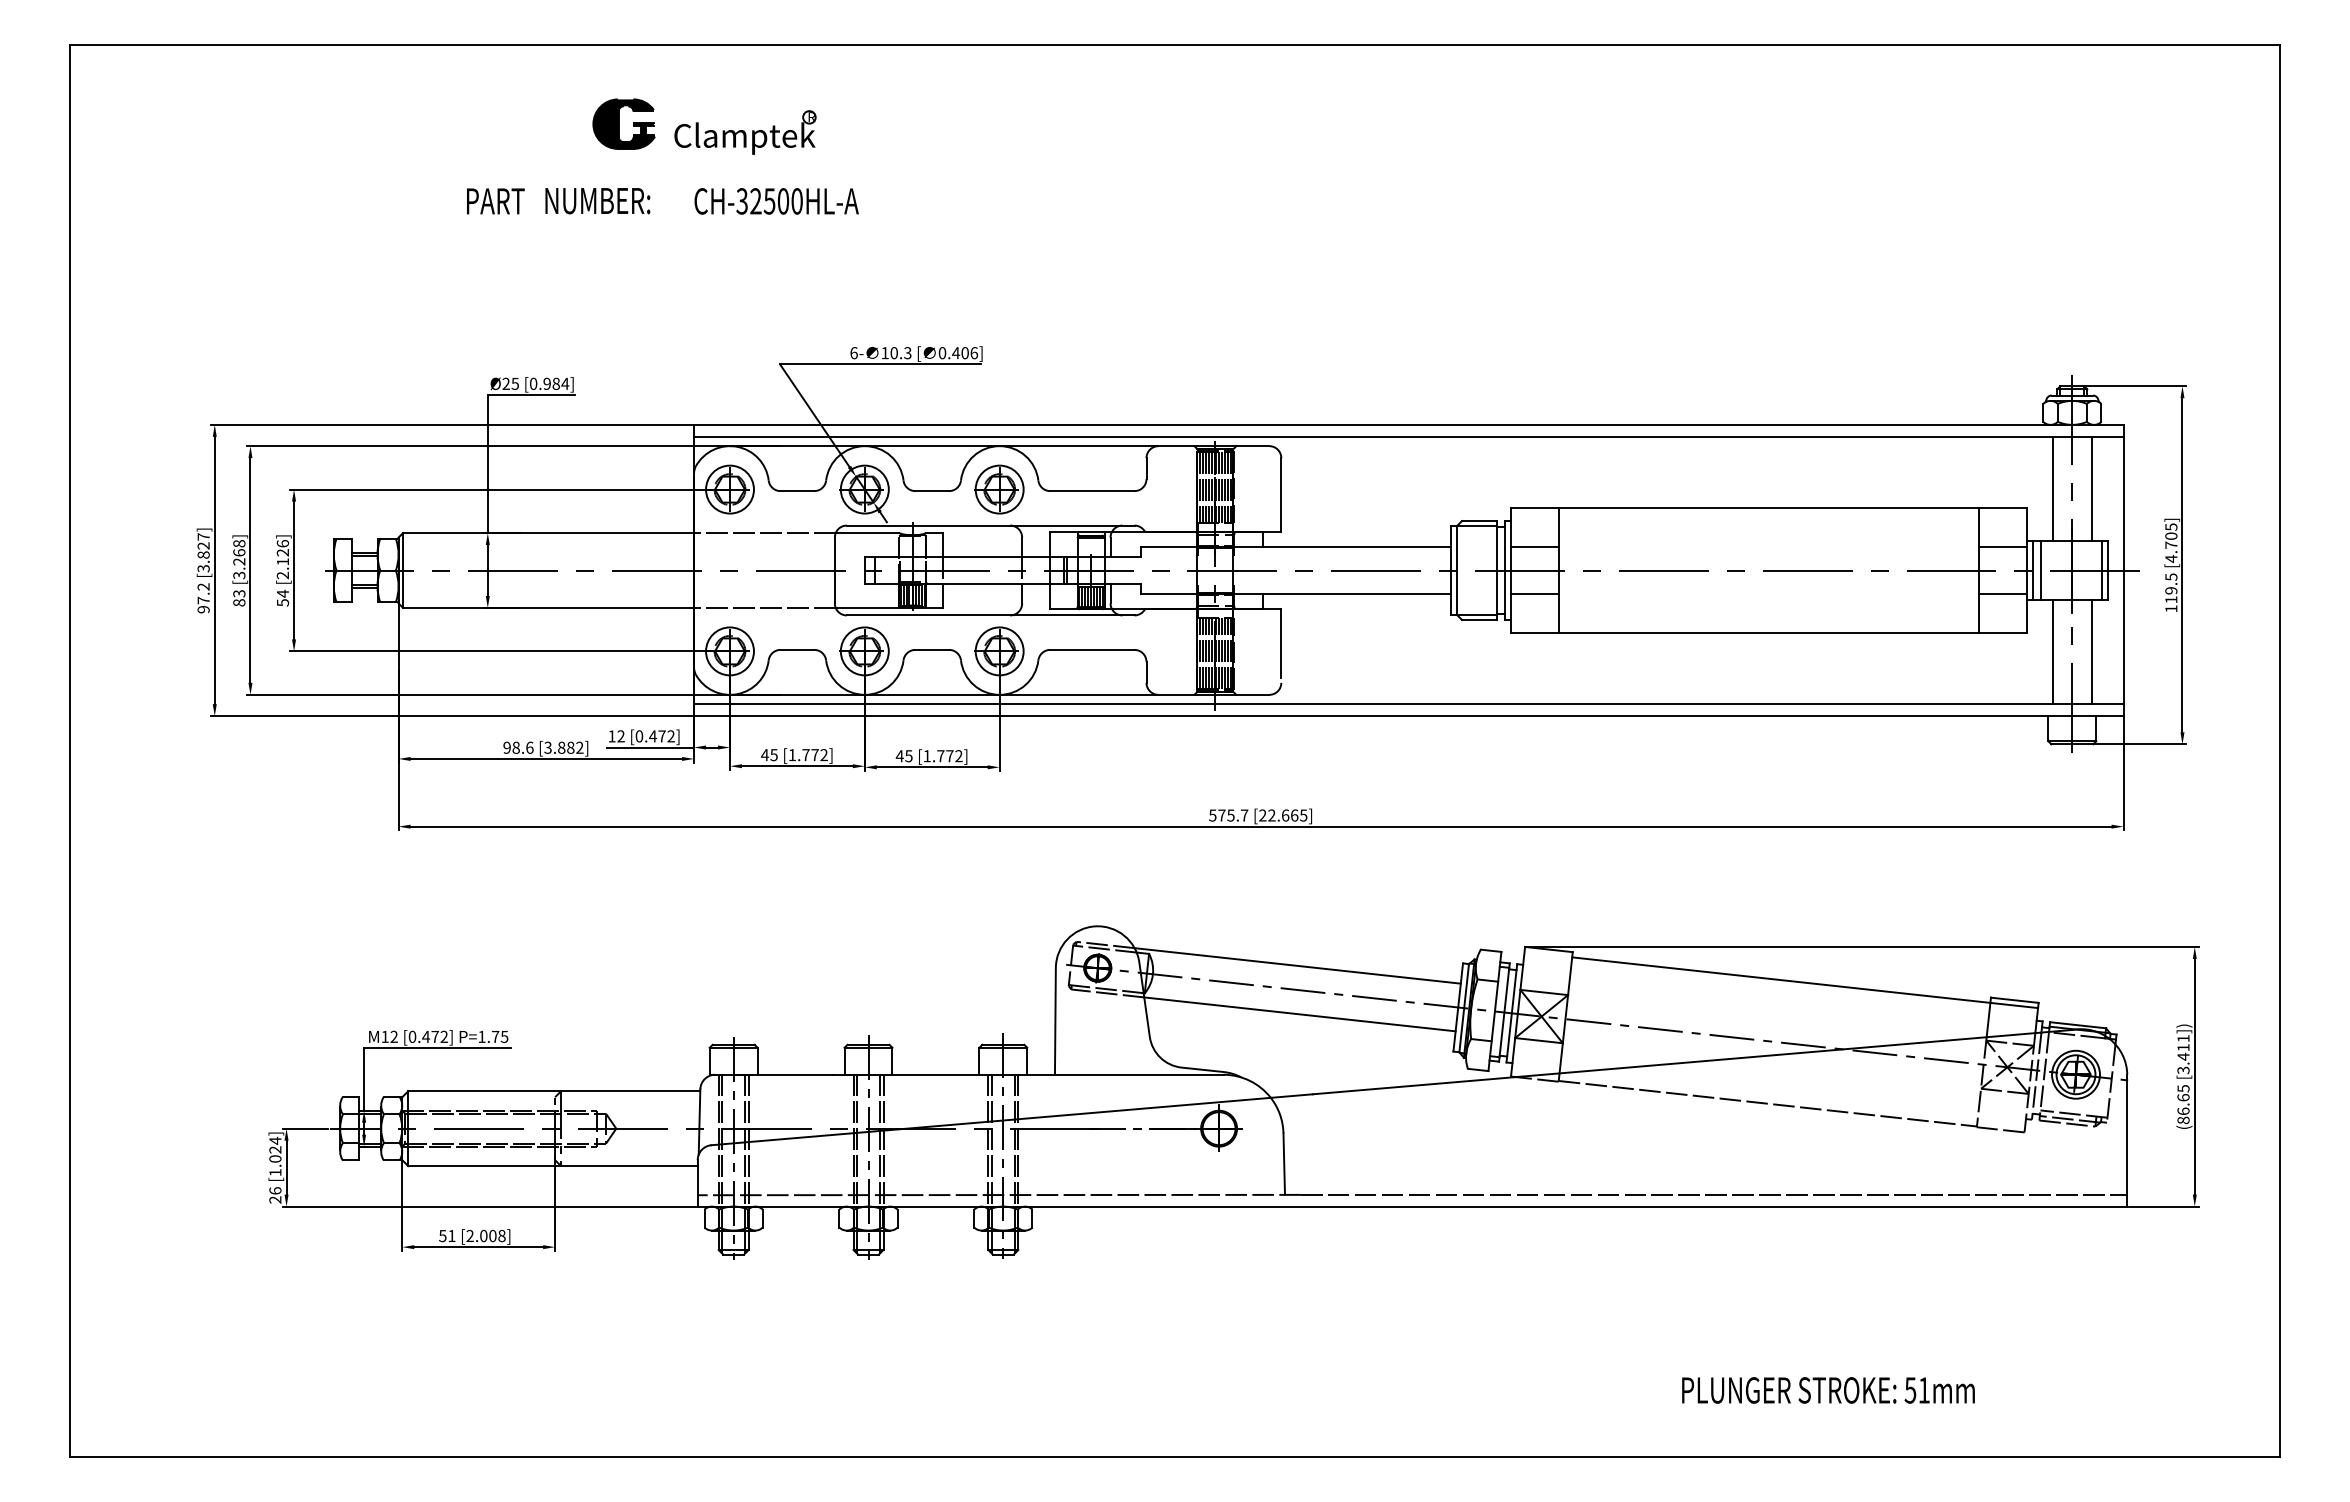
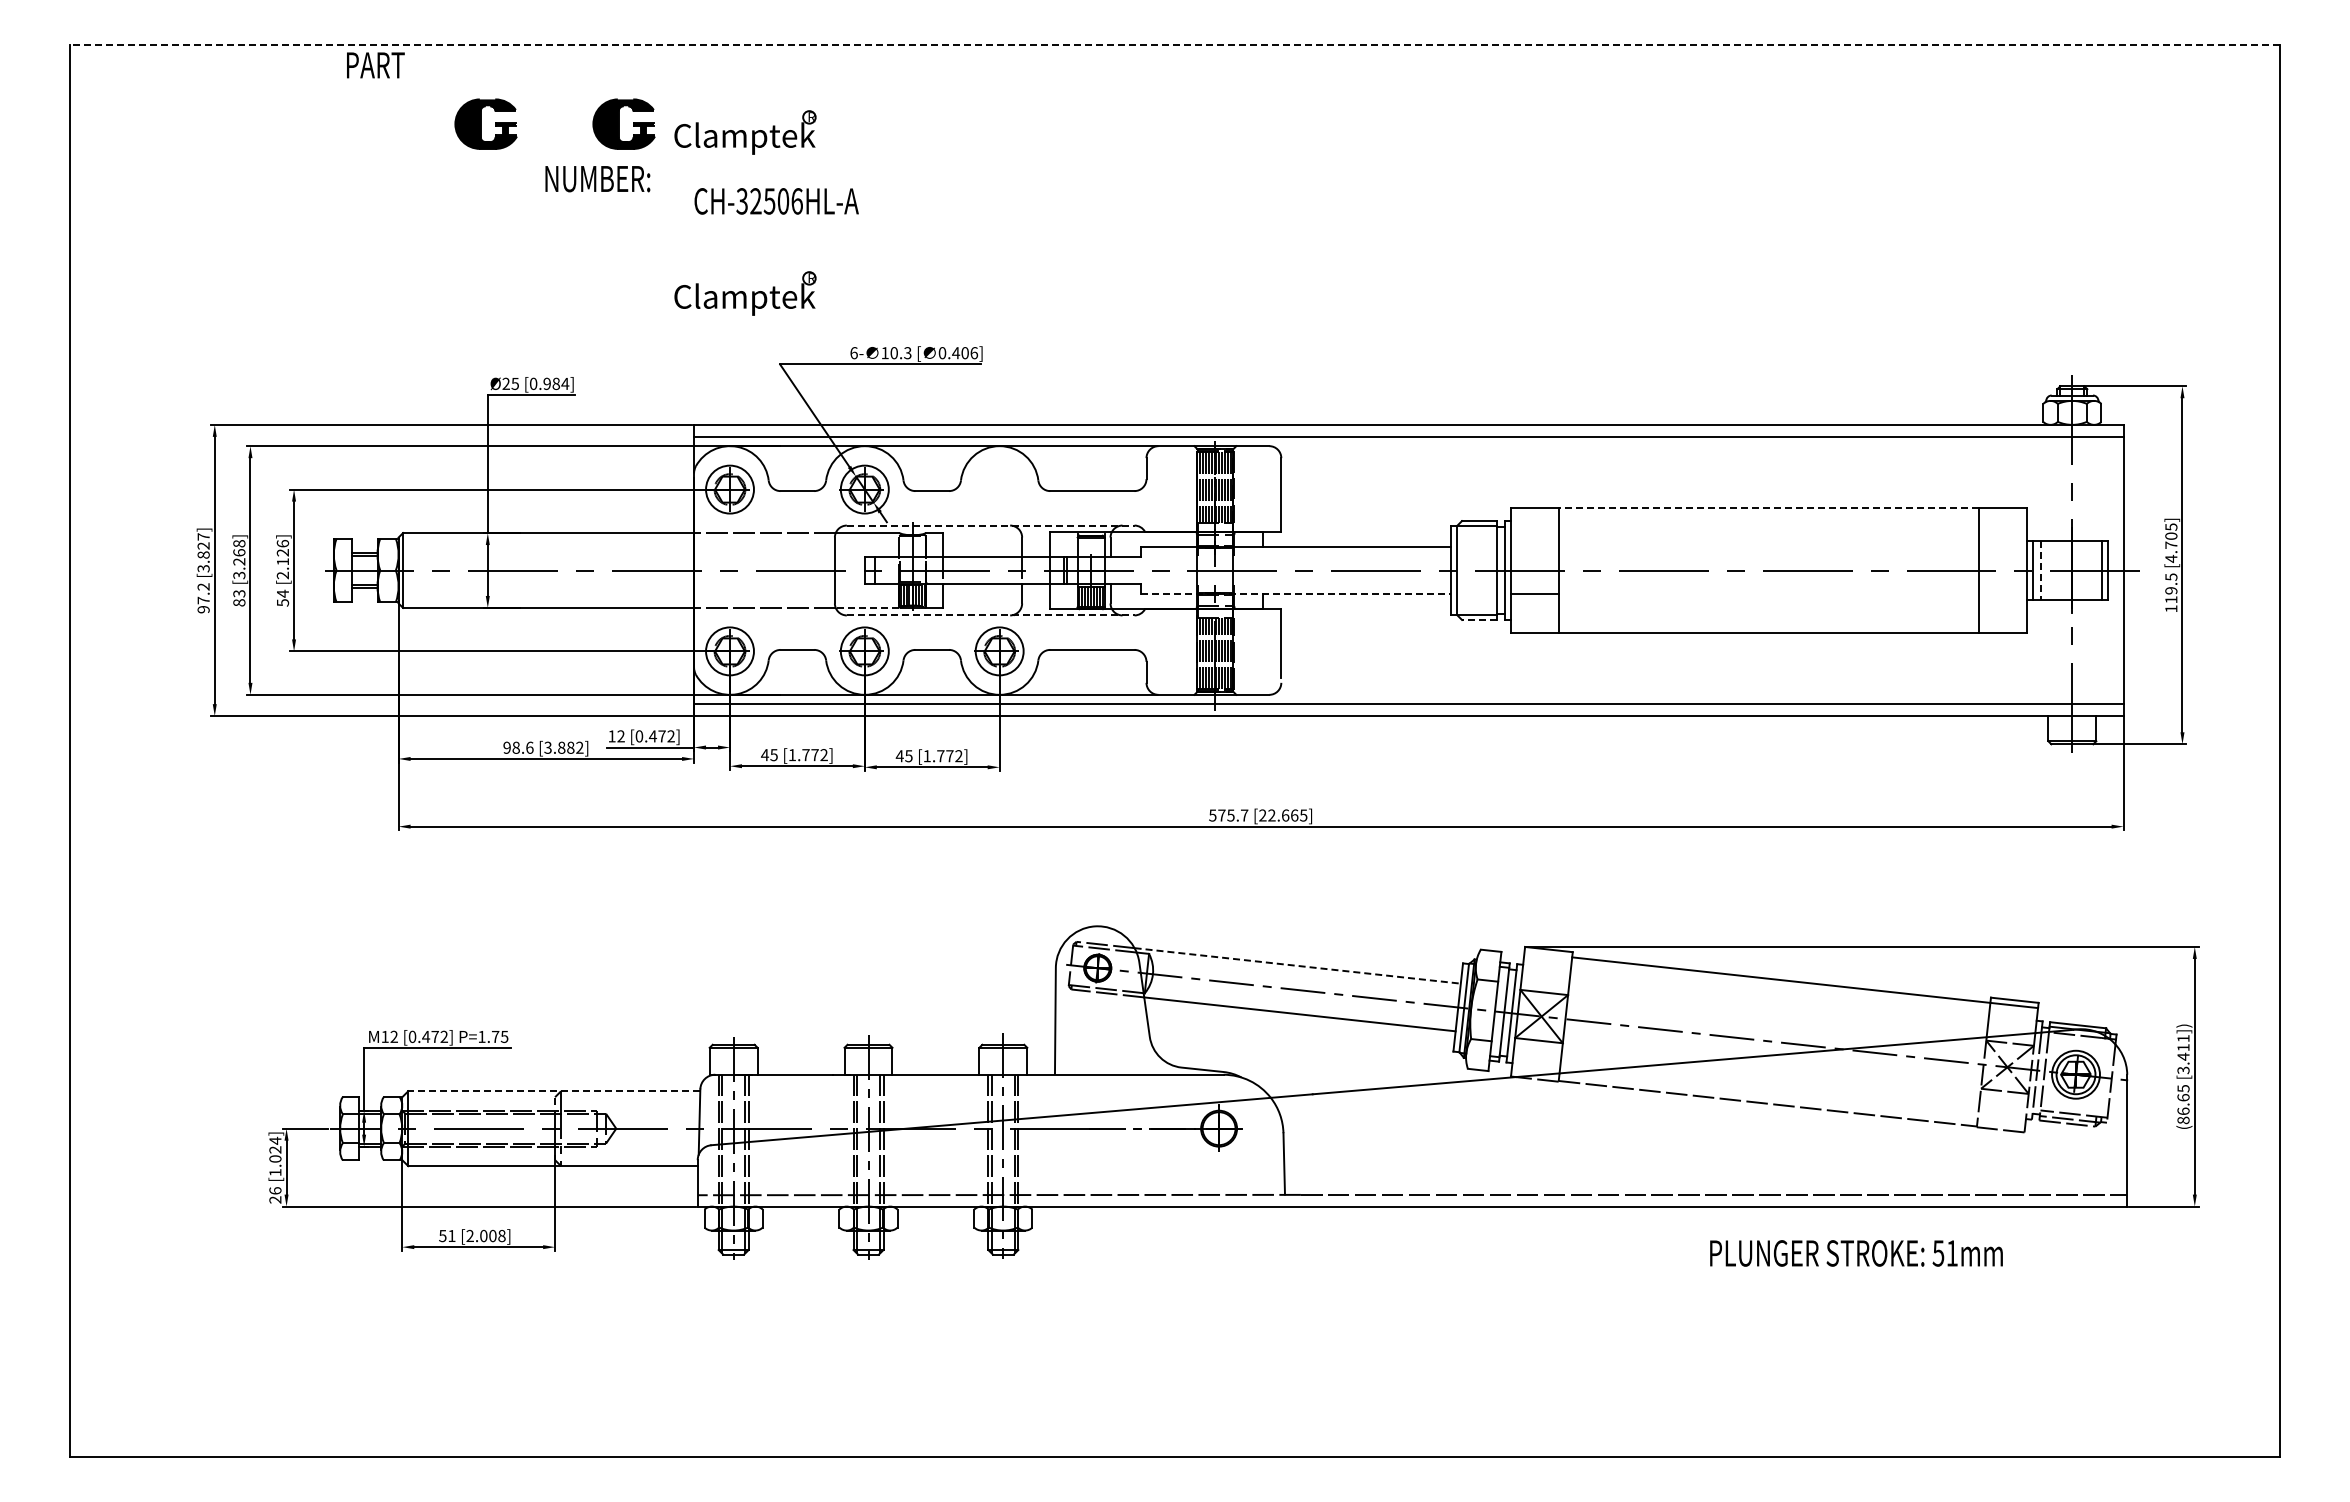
line at (1174, 45): solid -> dashed
part at (485, 123): none -> present
text at (495, 201) position: (495, 201) -> (375, 65)
text at (597, 201) position: (597, 201) -> (597, 179)
text at (796, 201): CH-32500HL-A -> CH-32506HL-A
part at (745, 293): none -> present
line at (2052, 488): present -> none
line at (2091, 488): present -> none
part at (999, 489): present -> none
line at (1768, 508): solid -> dashed
line at (990, 525): solid -> dashed
line at (1534, 546): present -> none
line at (2003, 546): present -> none
line at (2040, 570): solid -> dashed
line at (1296, 594): solid -> dashed
line at (2003, 594): present -> none
line at (867, 607): solid -> dashed
line at (990, 615): solid -> dashed
line at (1479, 619): solid -> dashed
line at (2052, 652): present -> none
line at (2091, 652): present -> none
line at (1298, 965): solid -> dashed
line at (553, 1091): solid -> dashed
text at (1828, 1390) position: (1828, 1390) -> (1856, 1253)
